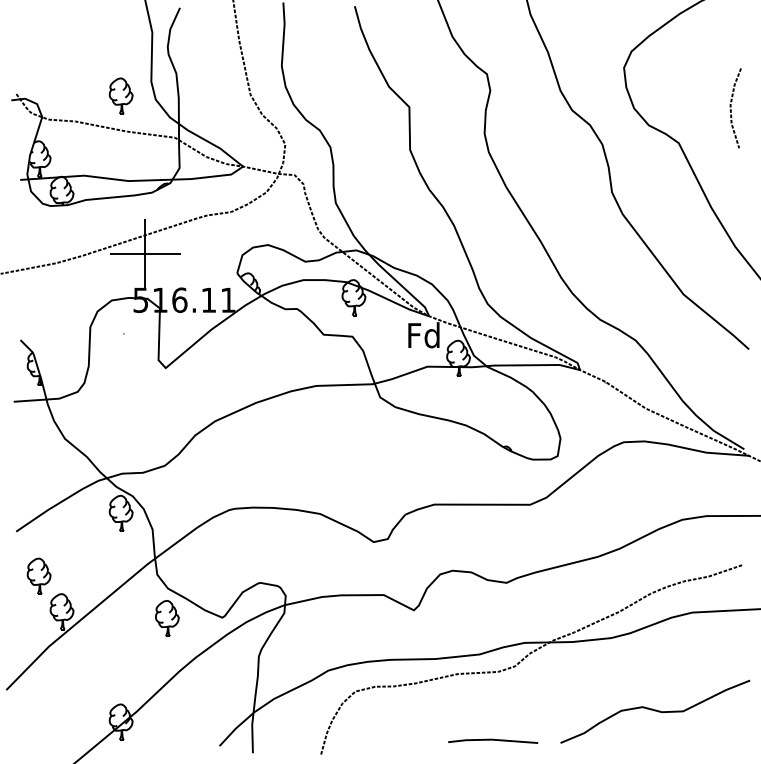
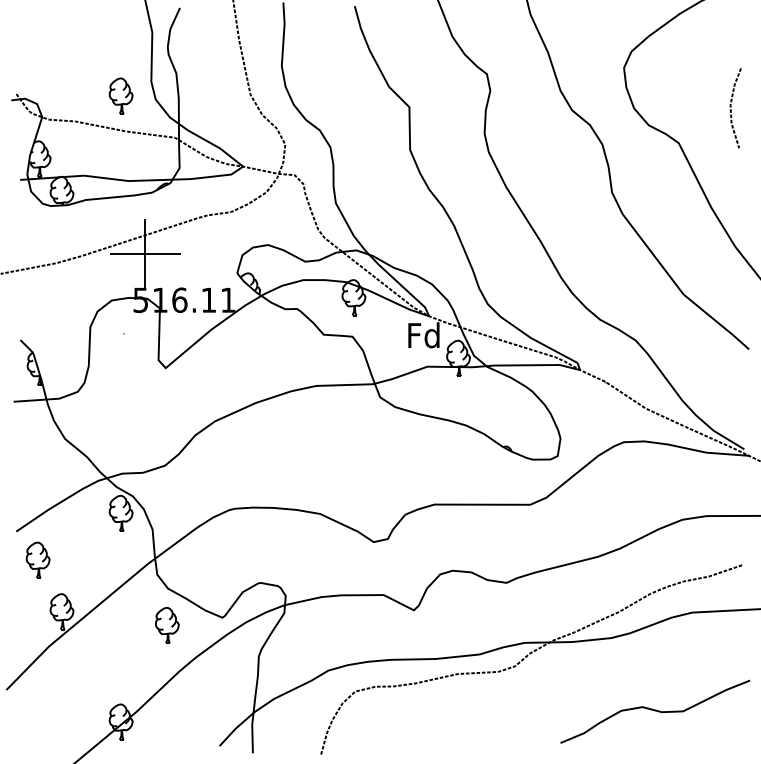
part at (38, 575) position: (38, 575) -> (37, 559)
part at (167, 618) position: (167, 618) -> (167, 625)
line at (493, 740): present -> none
